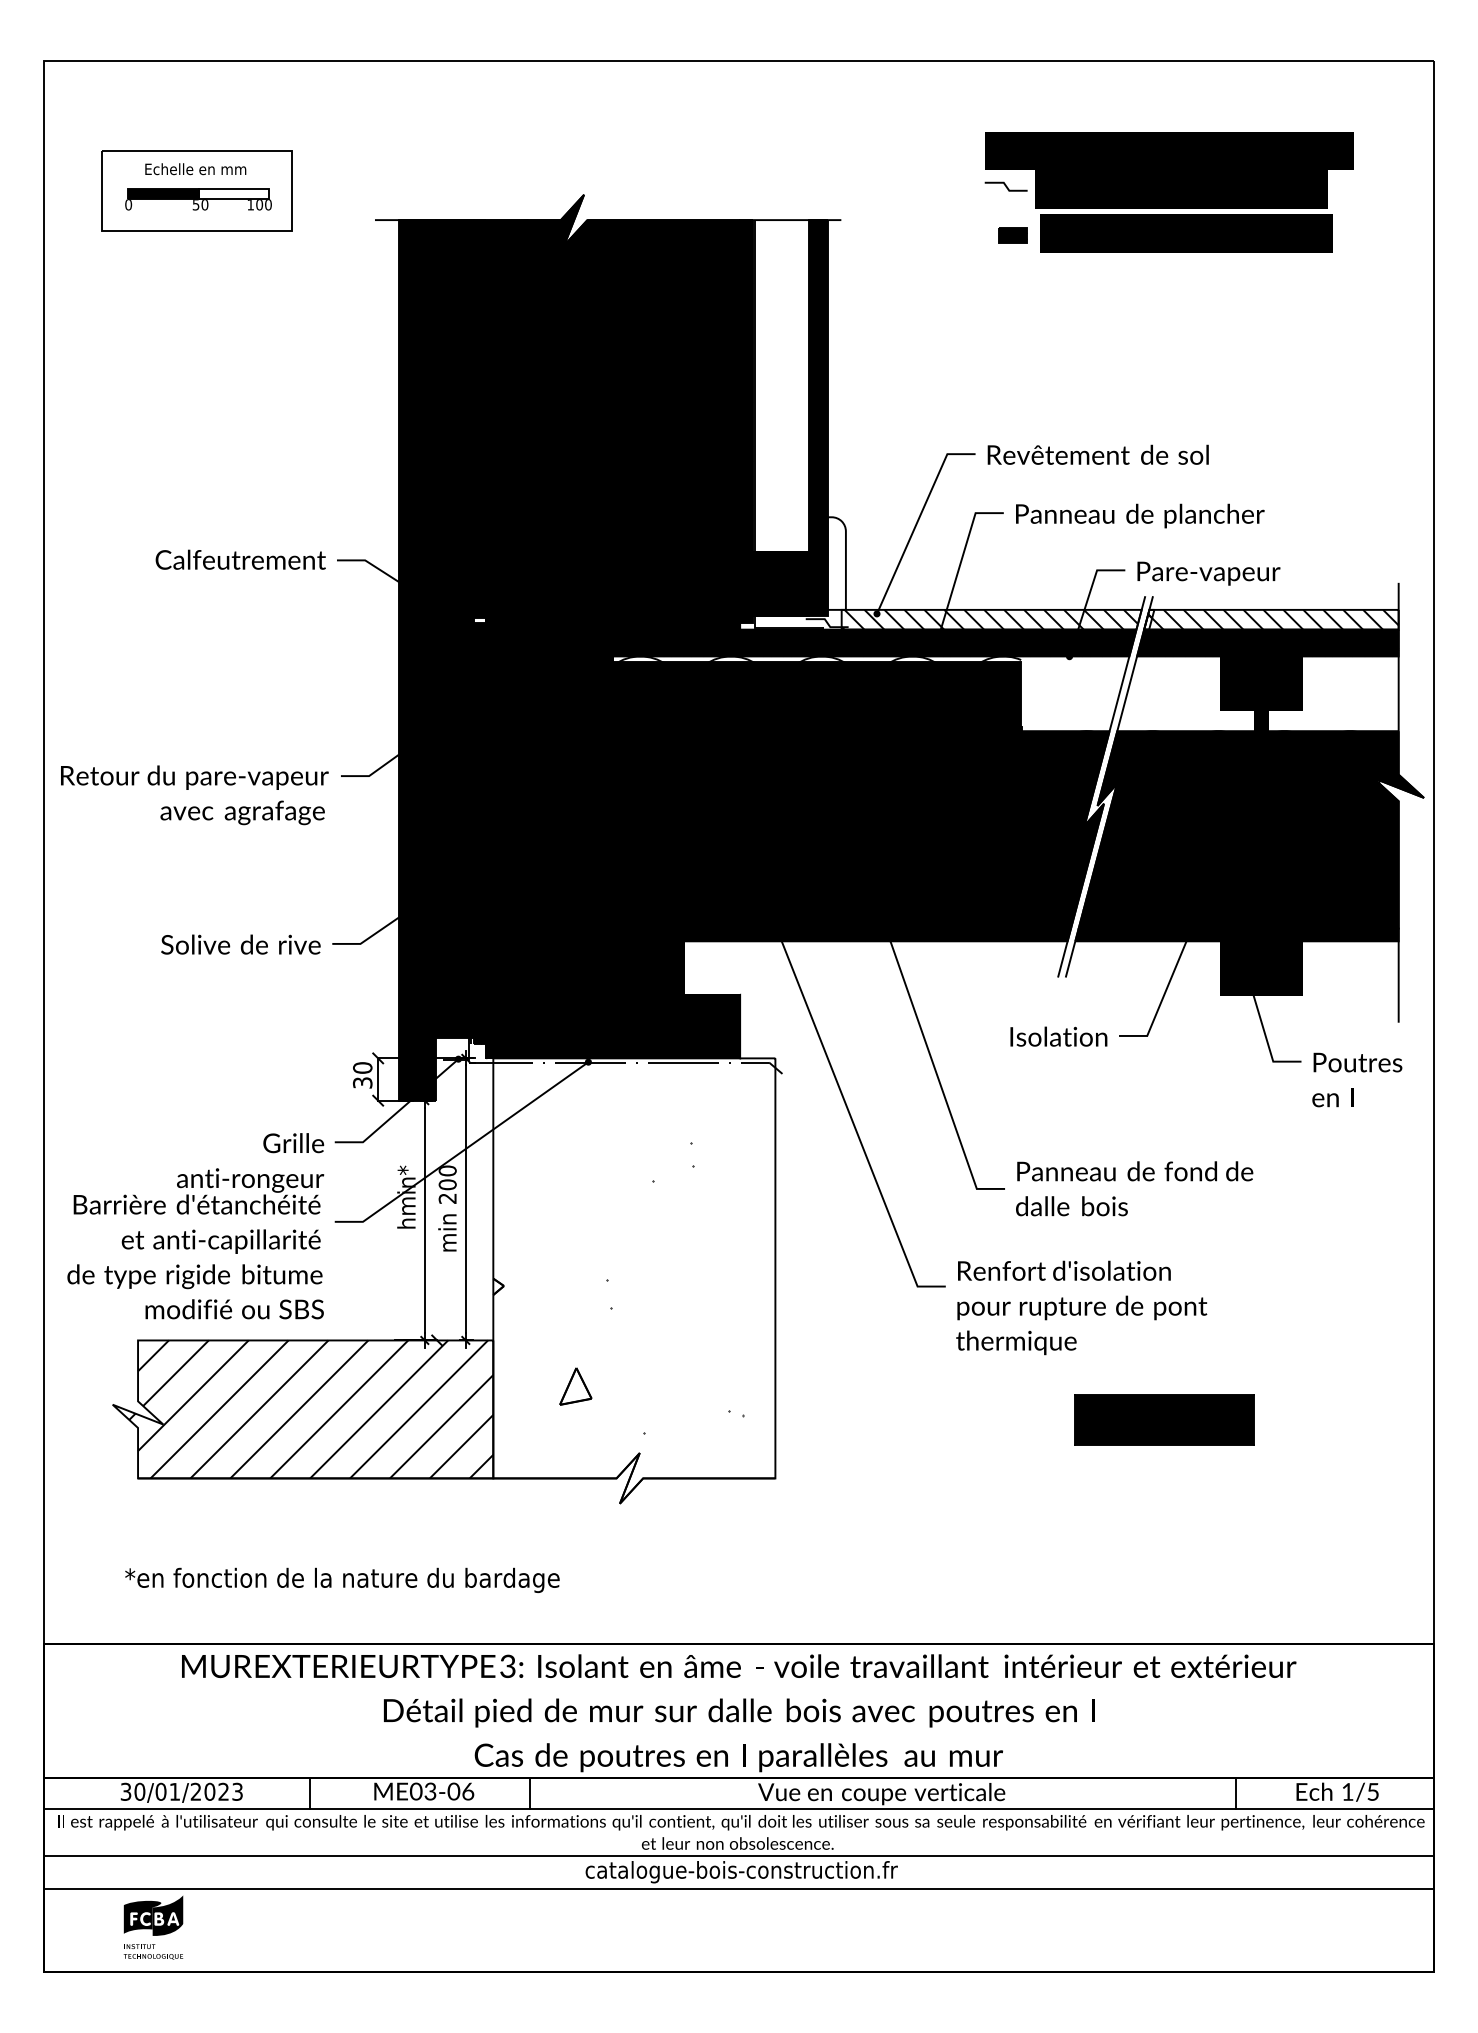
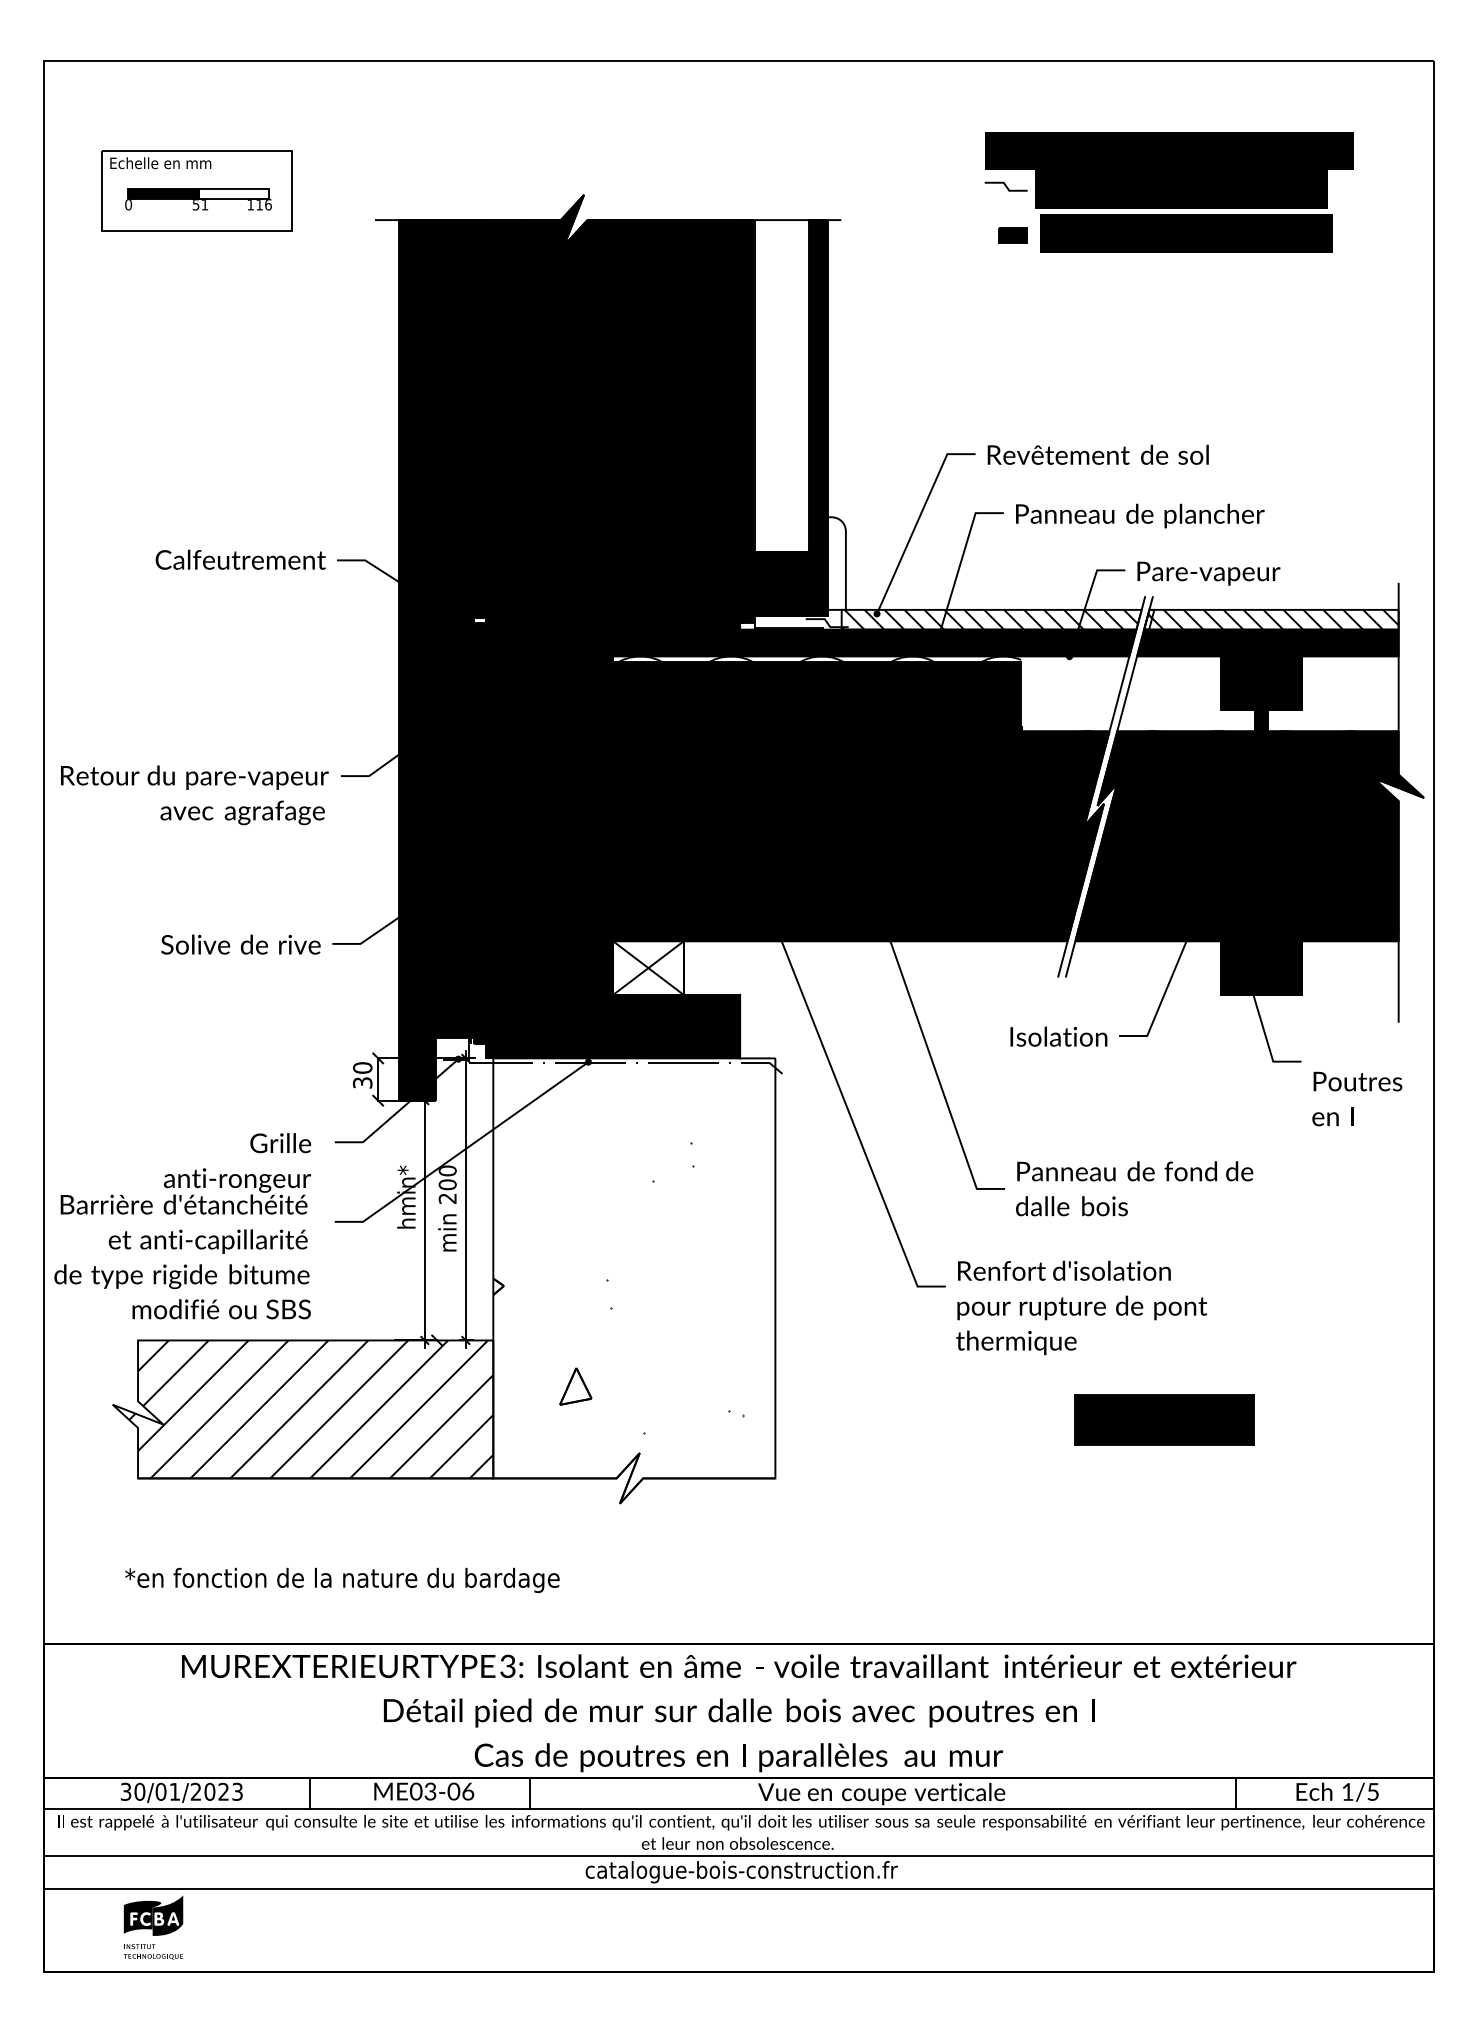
text at (195, 169) position: (195, 169) -> (160, 163)
text at (263, 204): 100 -> 116
text at (204, 205): 50 -> 51
fill at (648, 967): present -> none
text at (1357, 1079) position: (1357, 1079) -> (1357, 1098)
text at (195, 1226) position: (195, 1226) -> (182, 1226)
